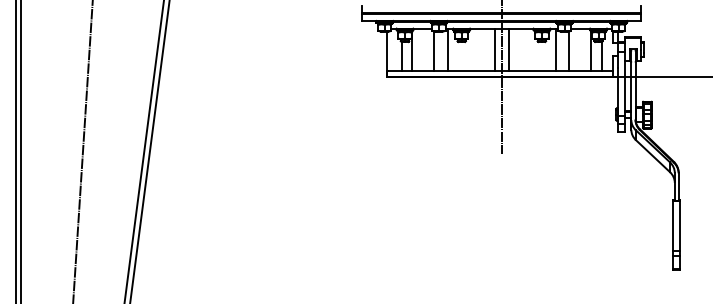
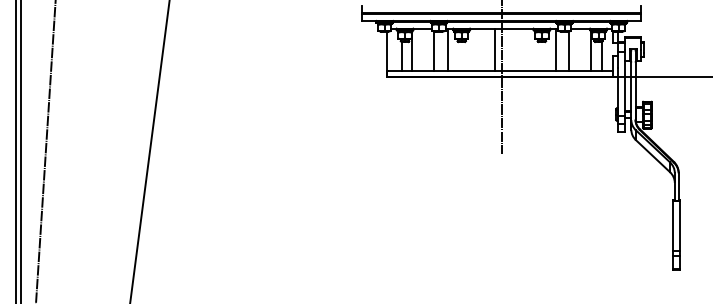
line at (508, 49): present -> none
line at (82, 151) position: (82, 151) -> (45, 151)
line at (143, 151): present -> none
